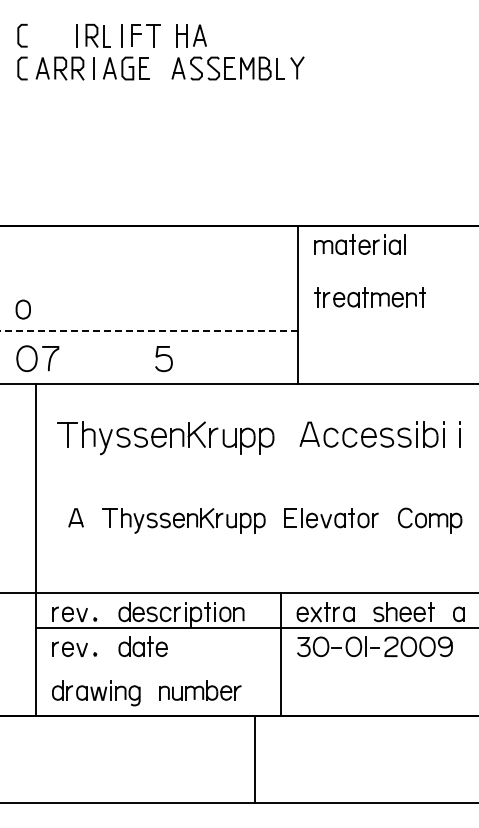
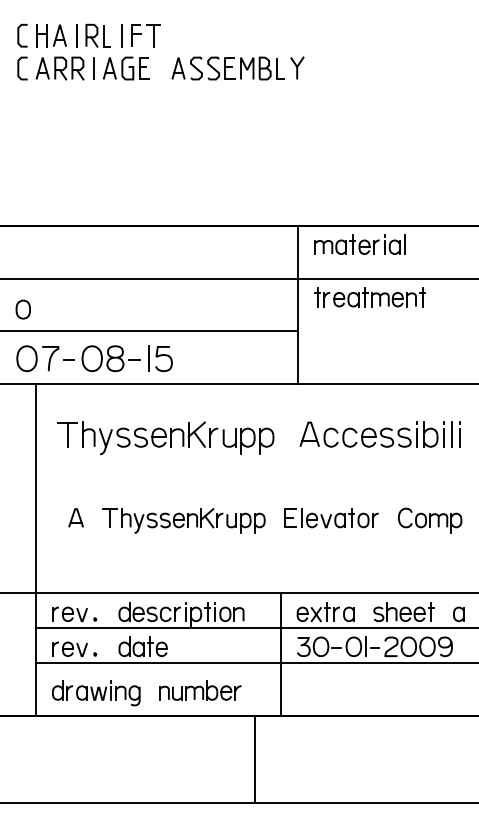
part at (191, 35) position: (191, 35) -> (51, 35)
line at (238, 278): none -> present
line at (149, 331): dashed -> solid
part at (101, 358): none -> present
line at (149, 358): none -> present
line at (452, 433): none -> present
line at (255, 663): none -> present
